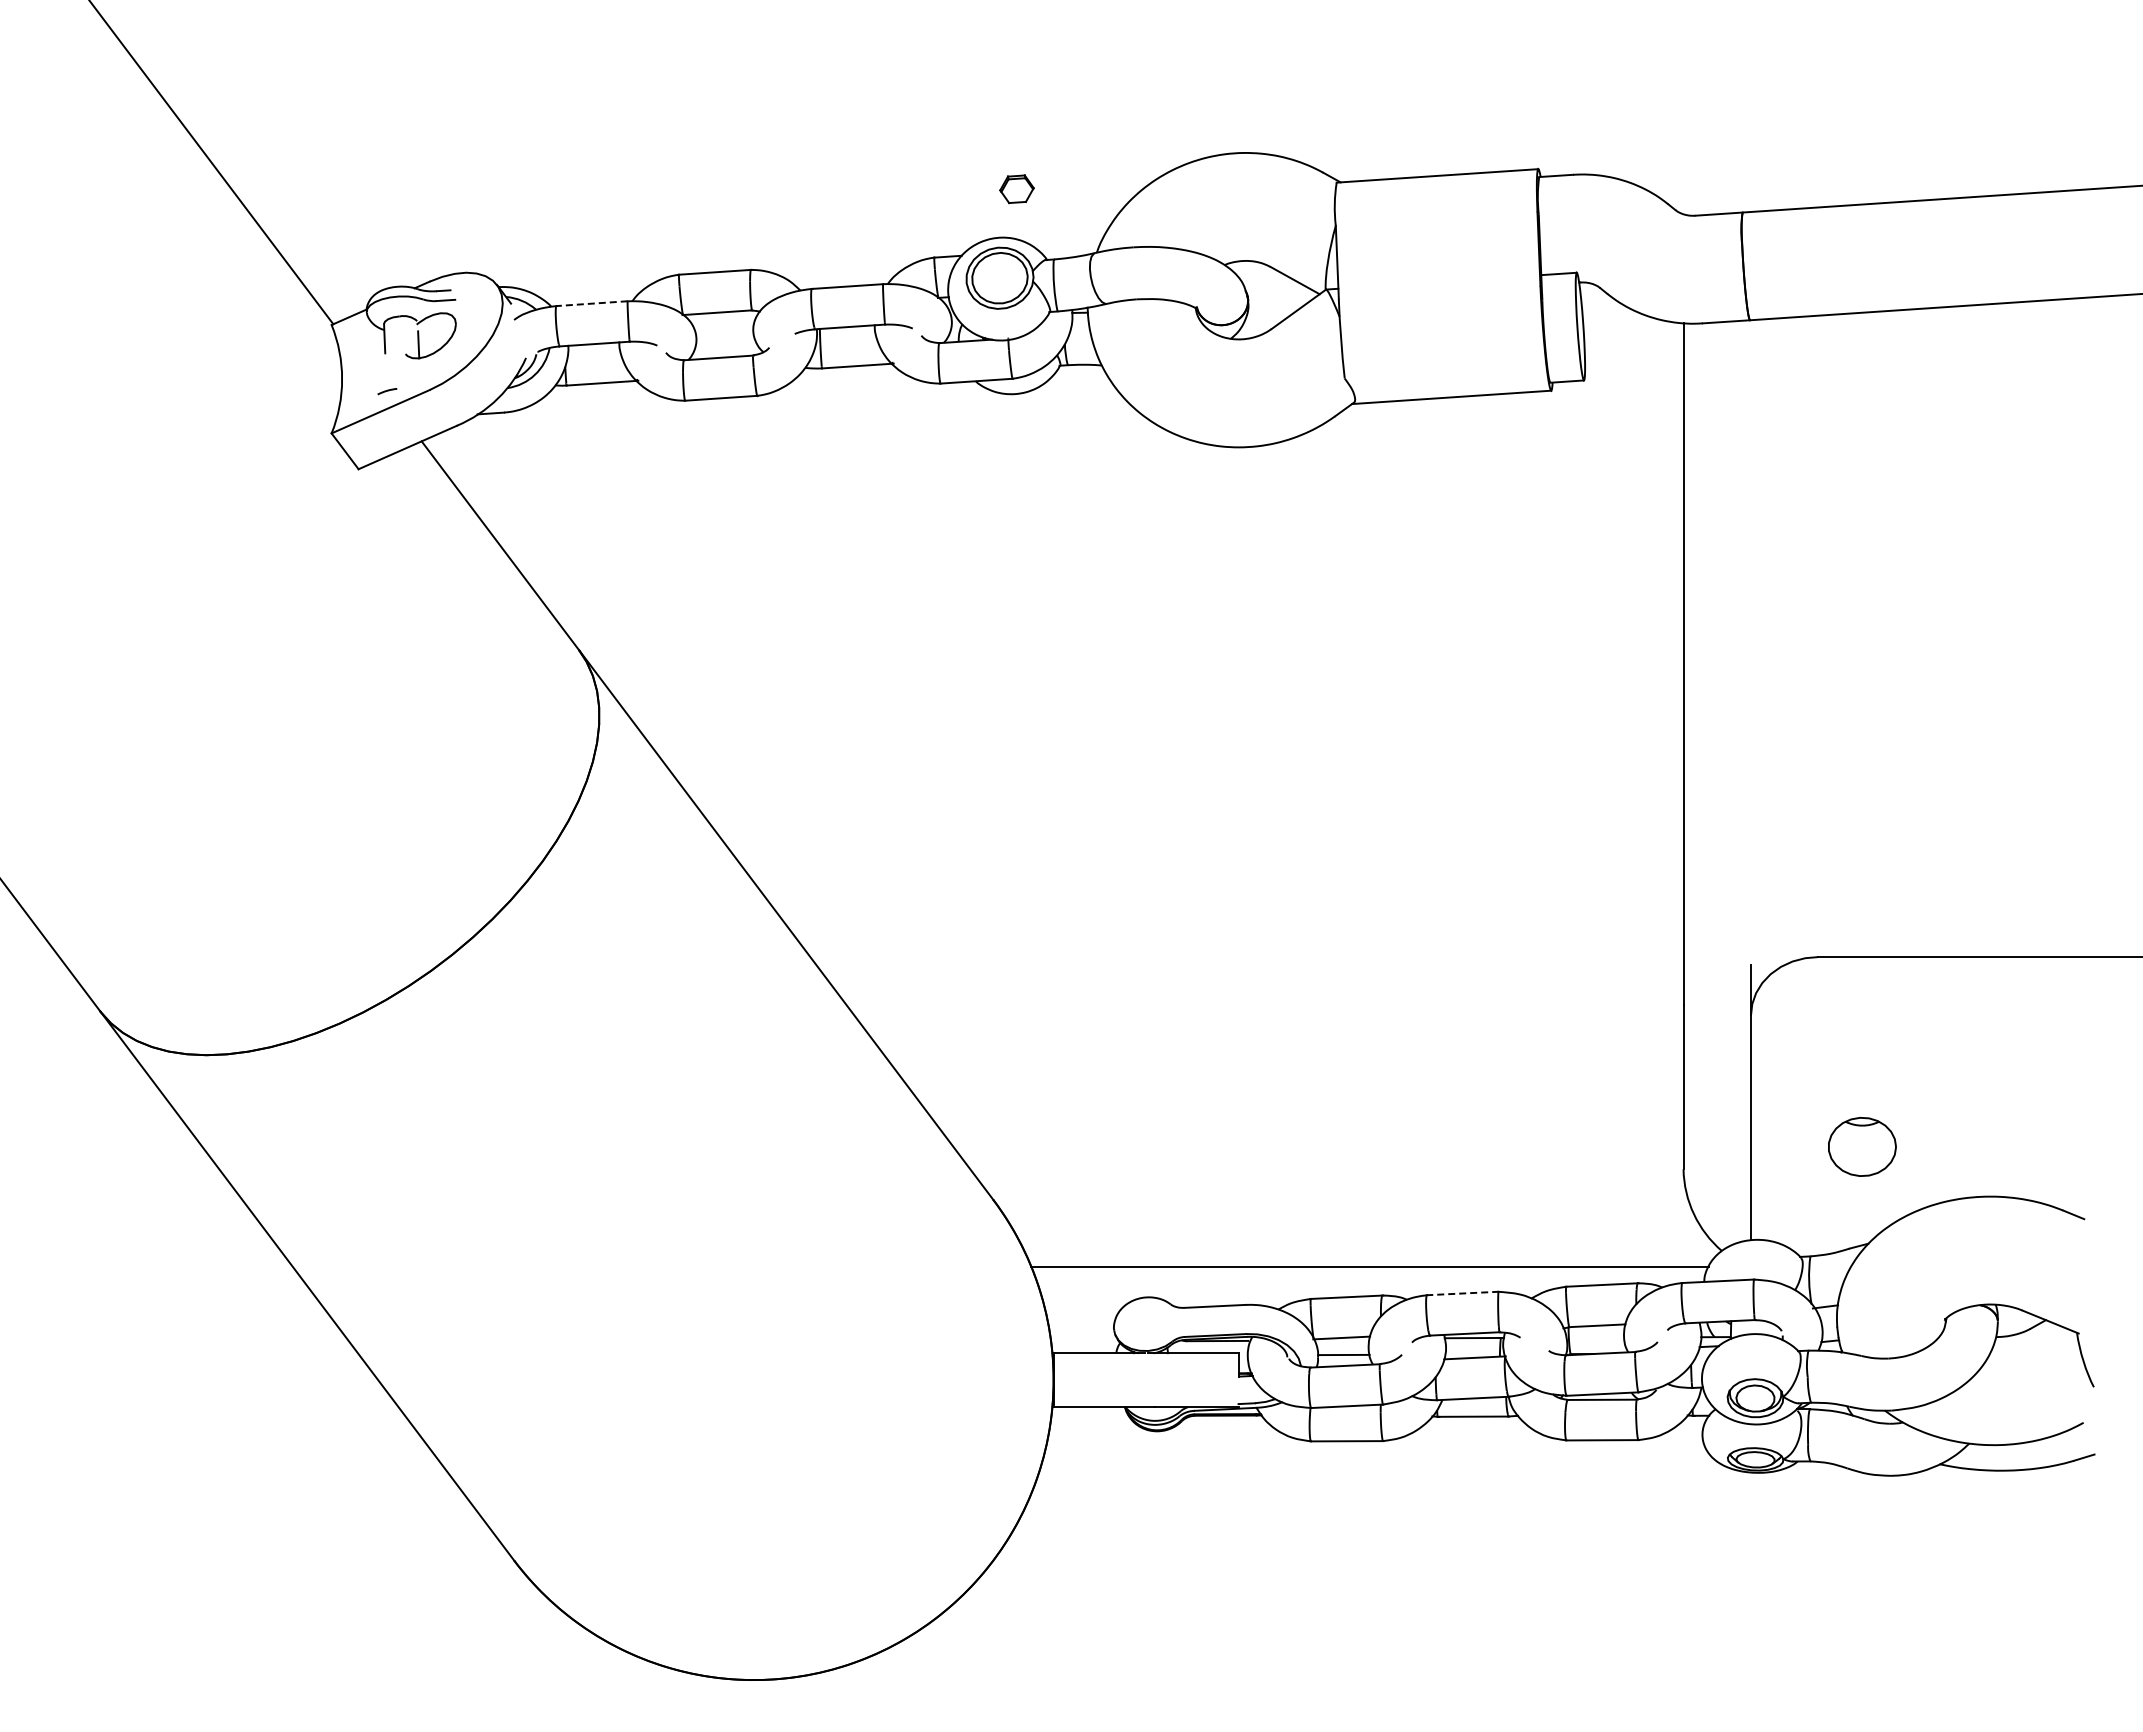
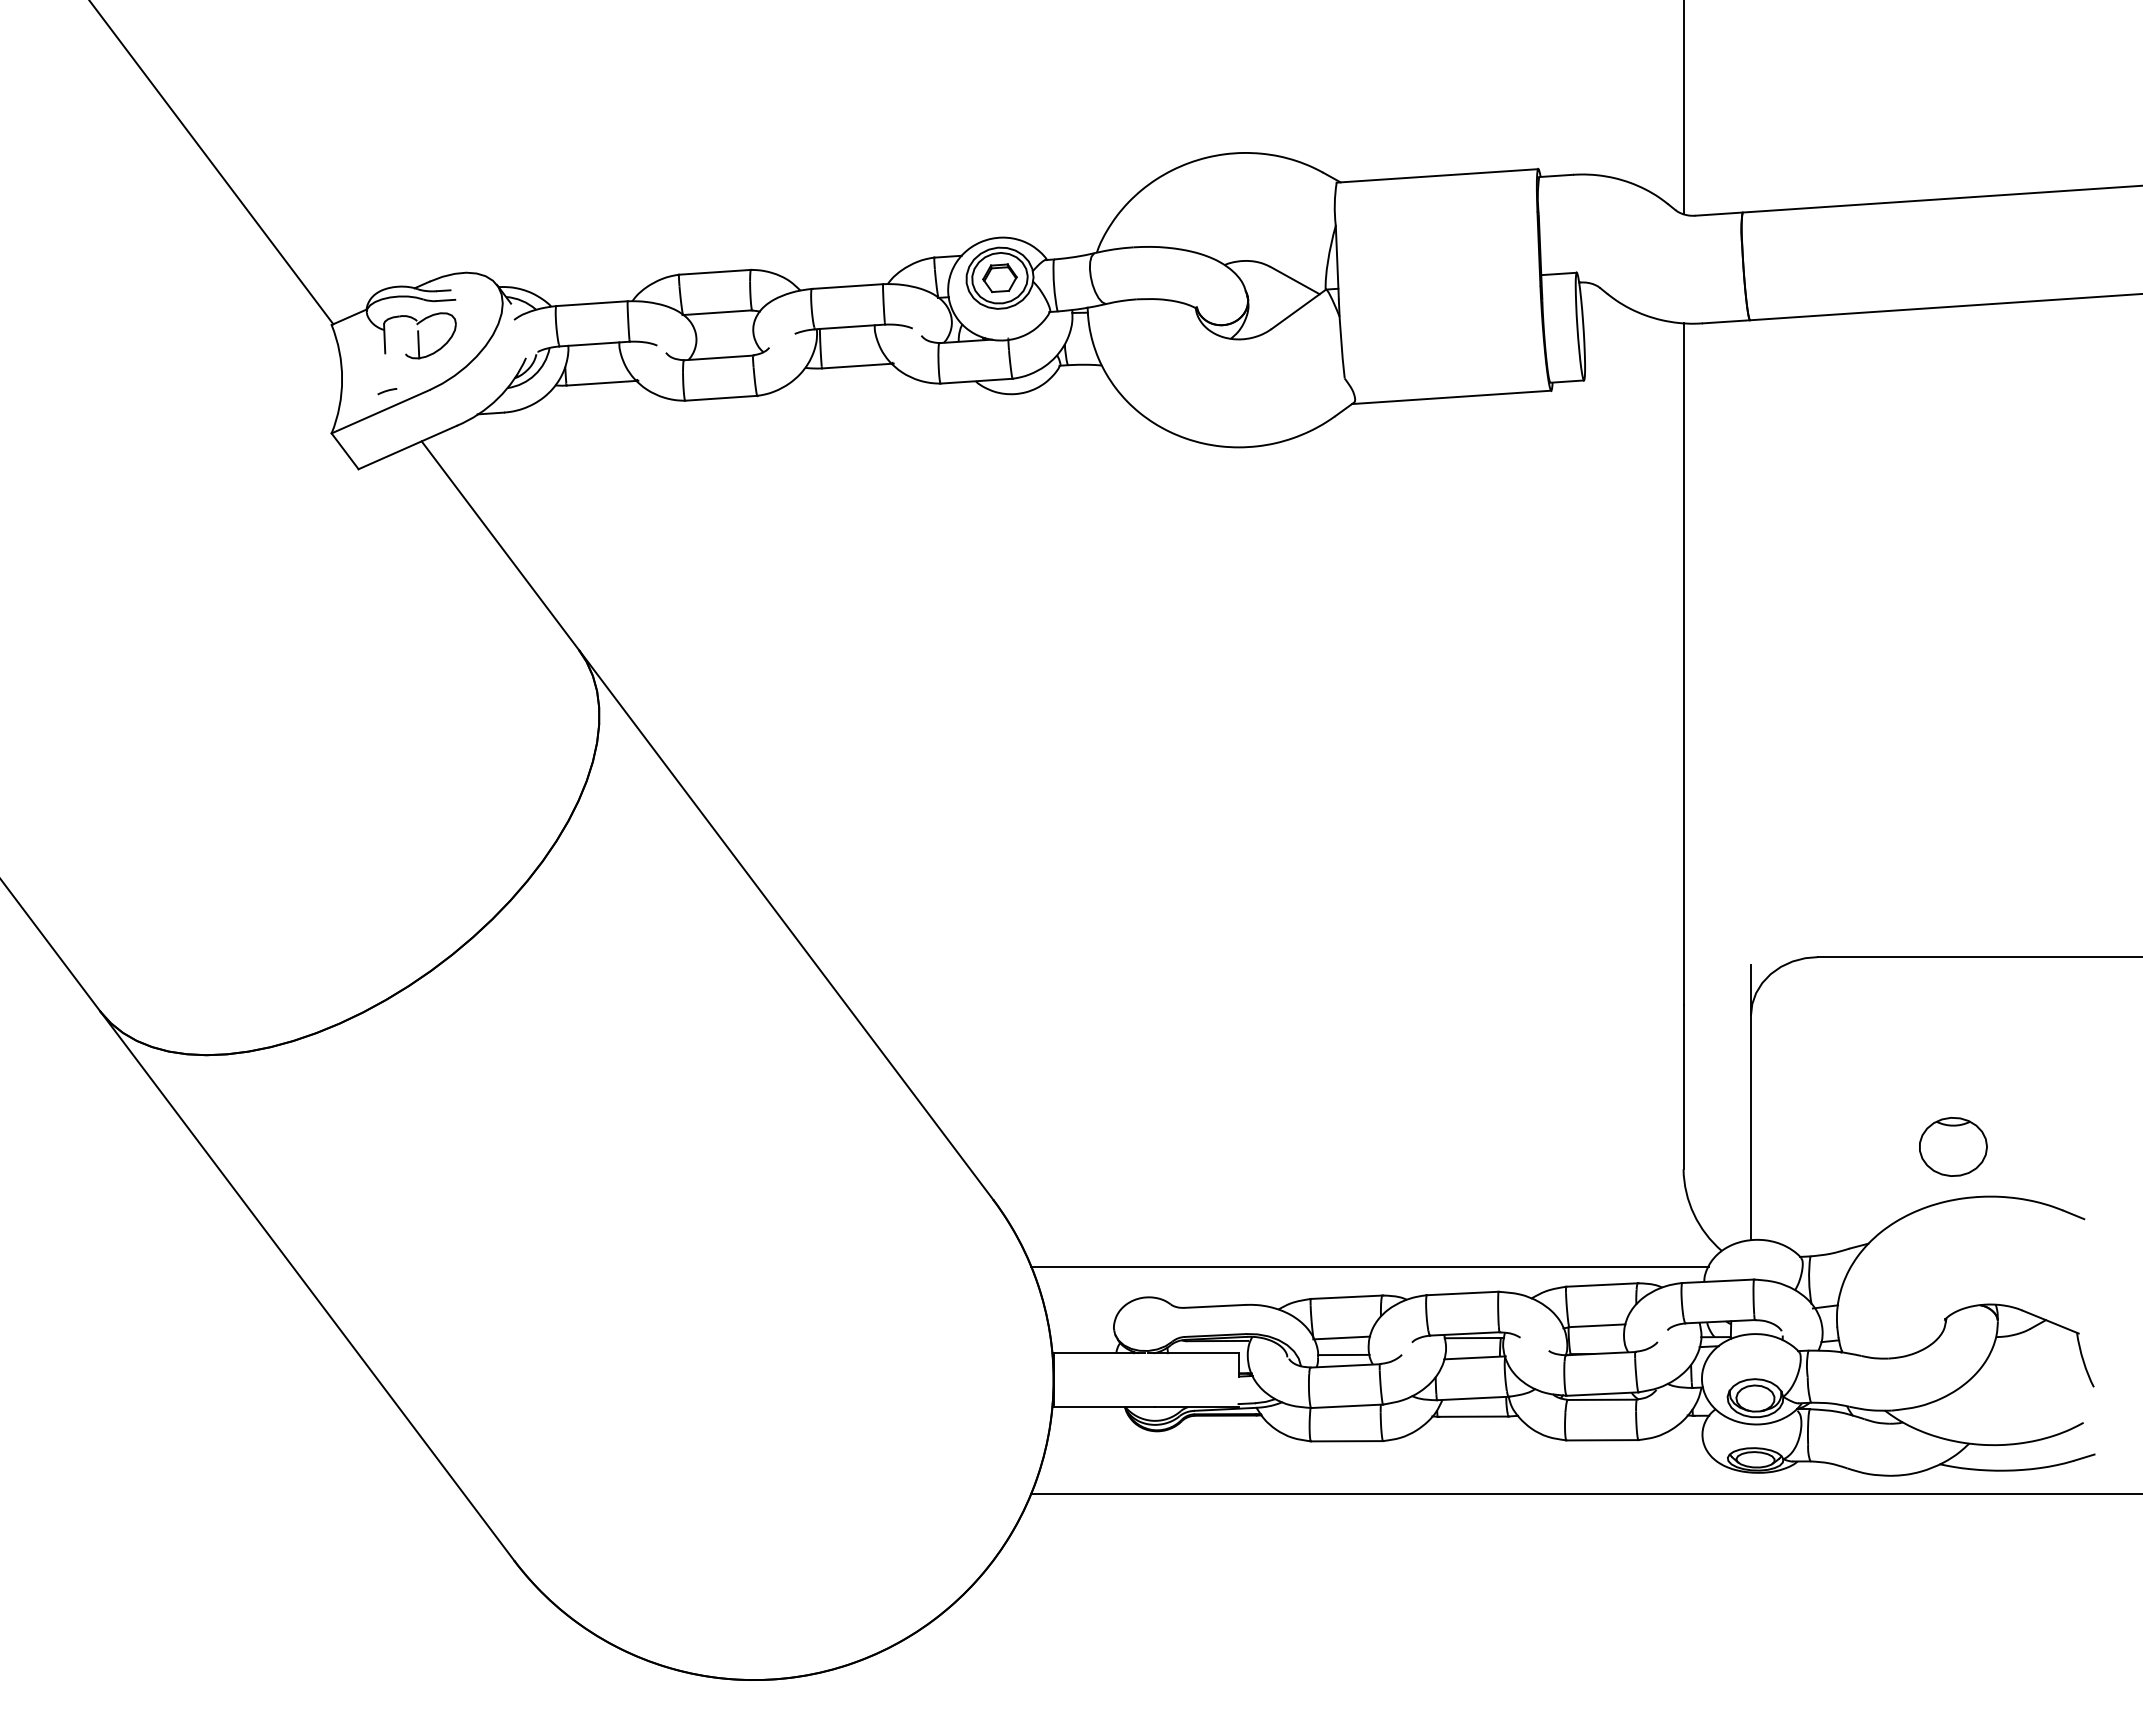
line at (1683, 108): none -> present
part at (1016, 189) position: (1016, 189) -> (999, 278)
line at (591, 303): dashed -> solid
part at (1862, 1146) position: (1862, 1146) -> (1953, 1146)
line at (1462, 1293): dashed -> solid
line at (1585, 1493): none -> present
